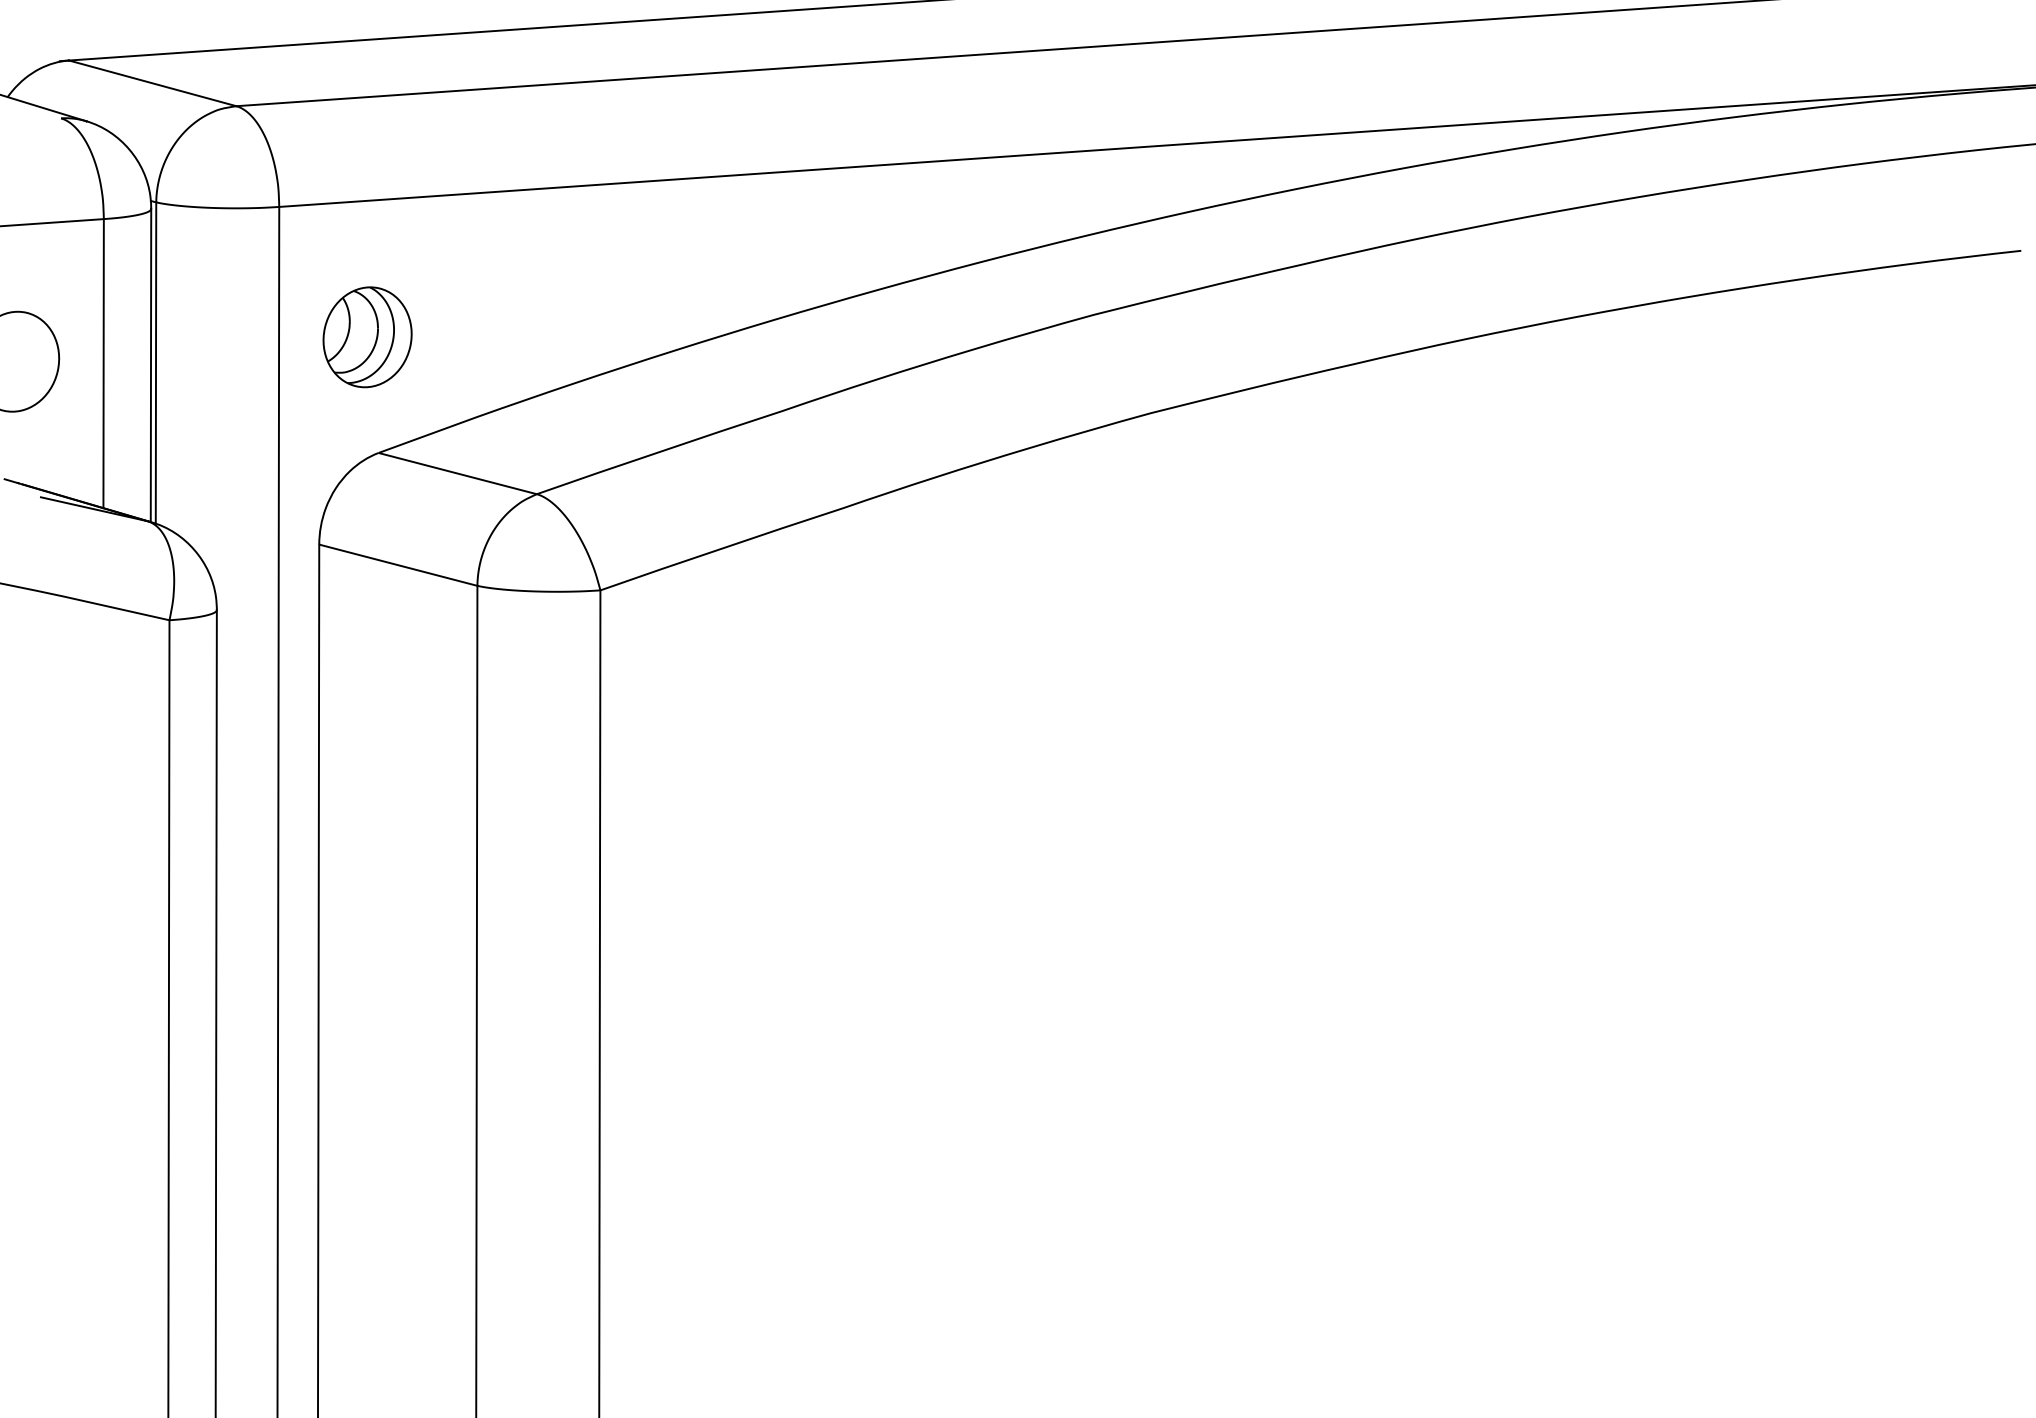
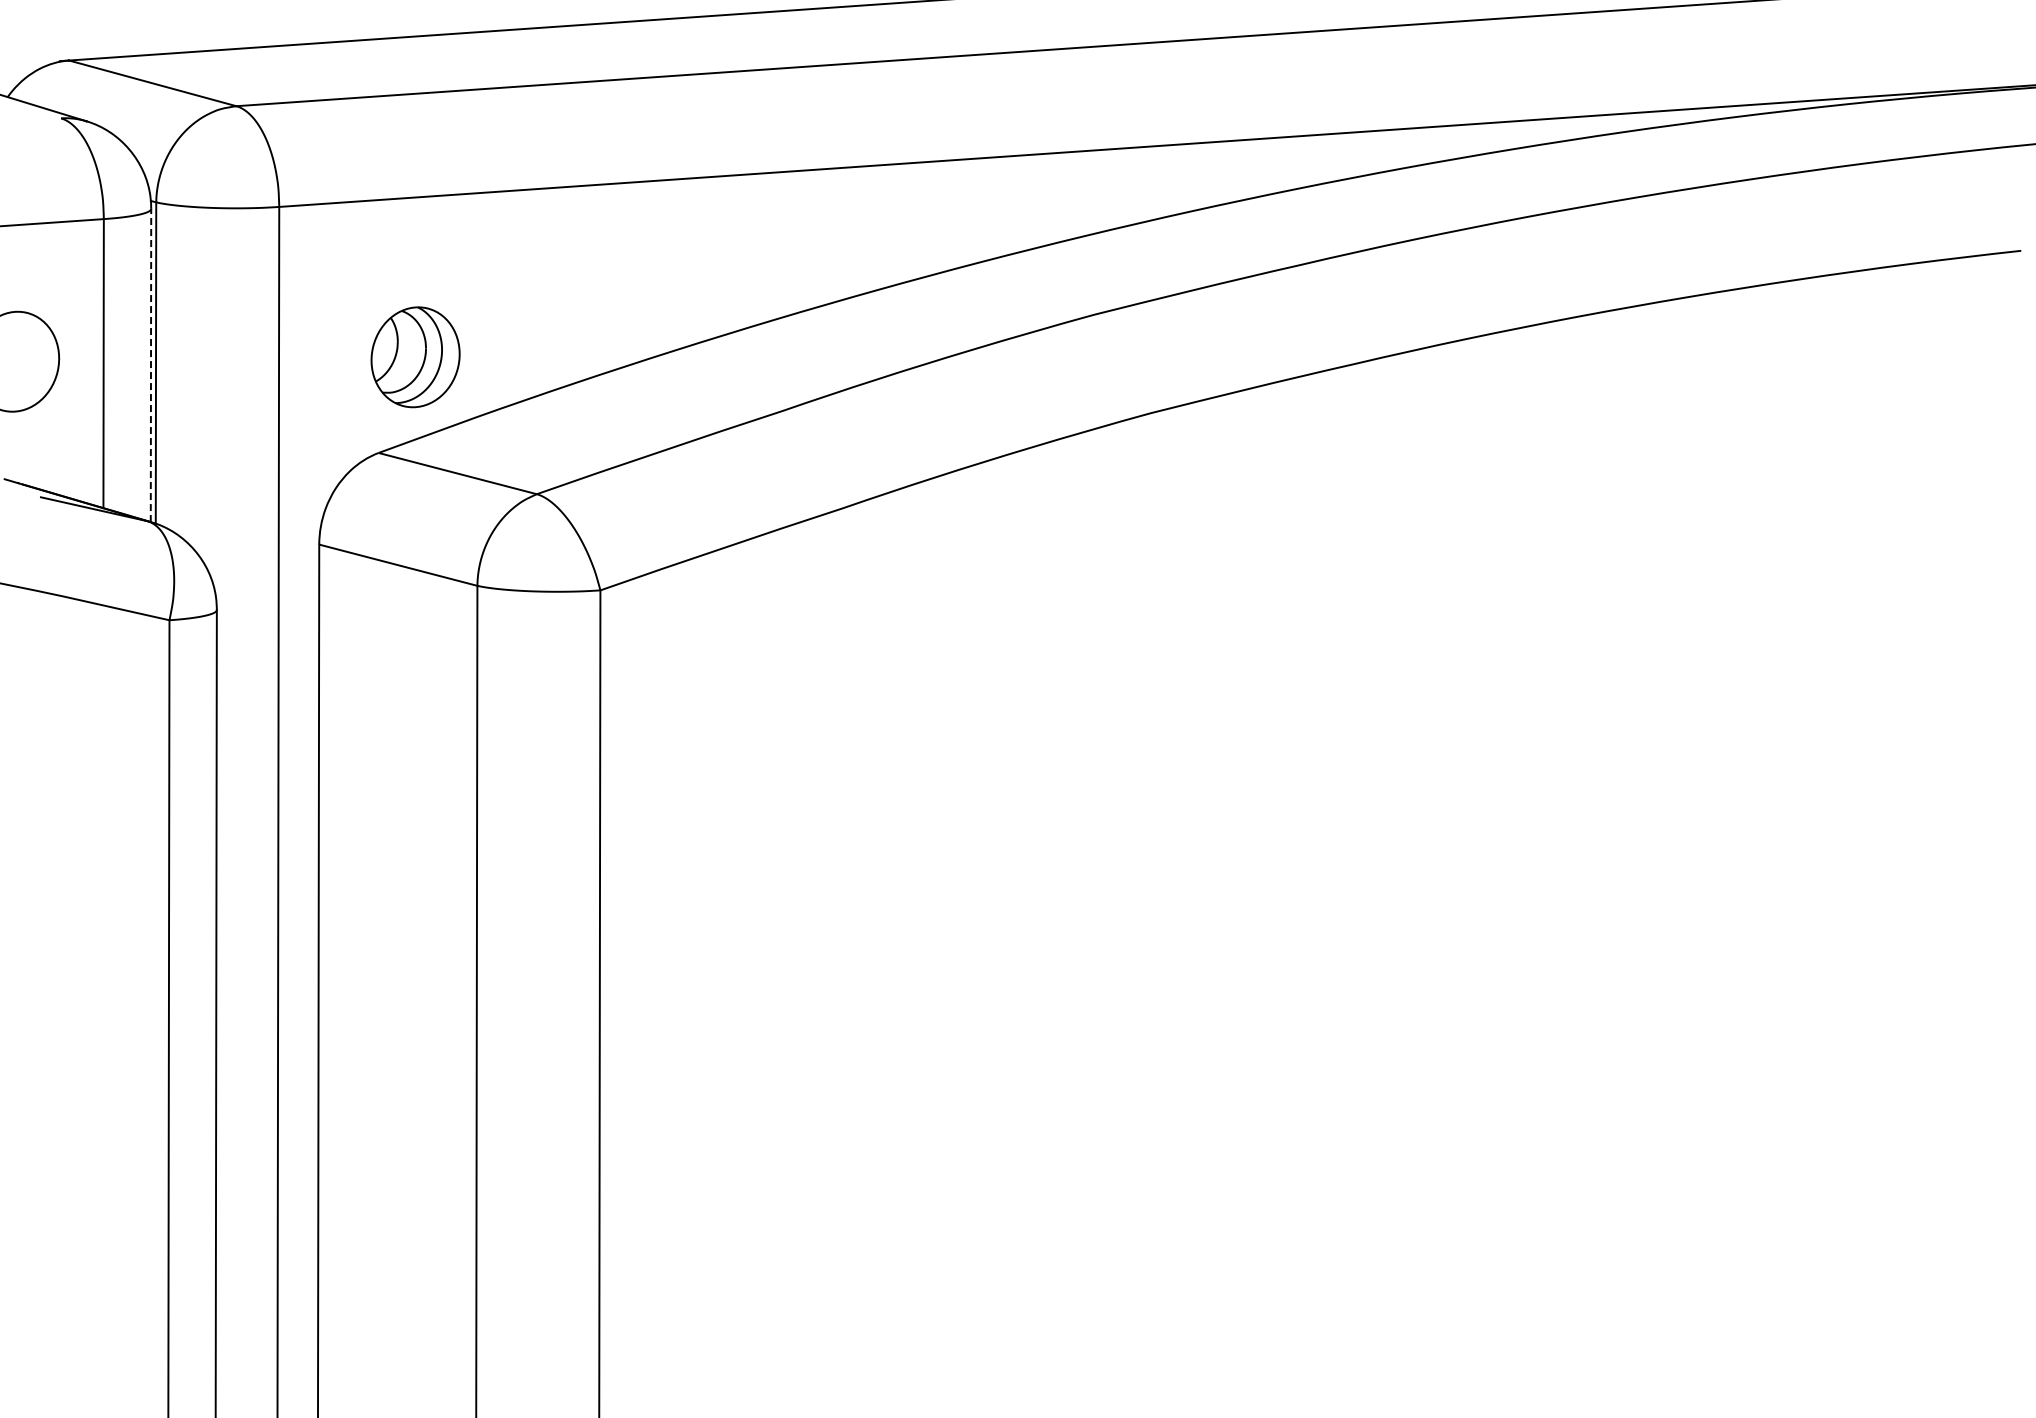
part at (367, 337) position: (367, 337) -> (415, 357)
line at (151, 365): solid -> dashed
